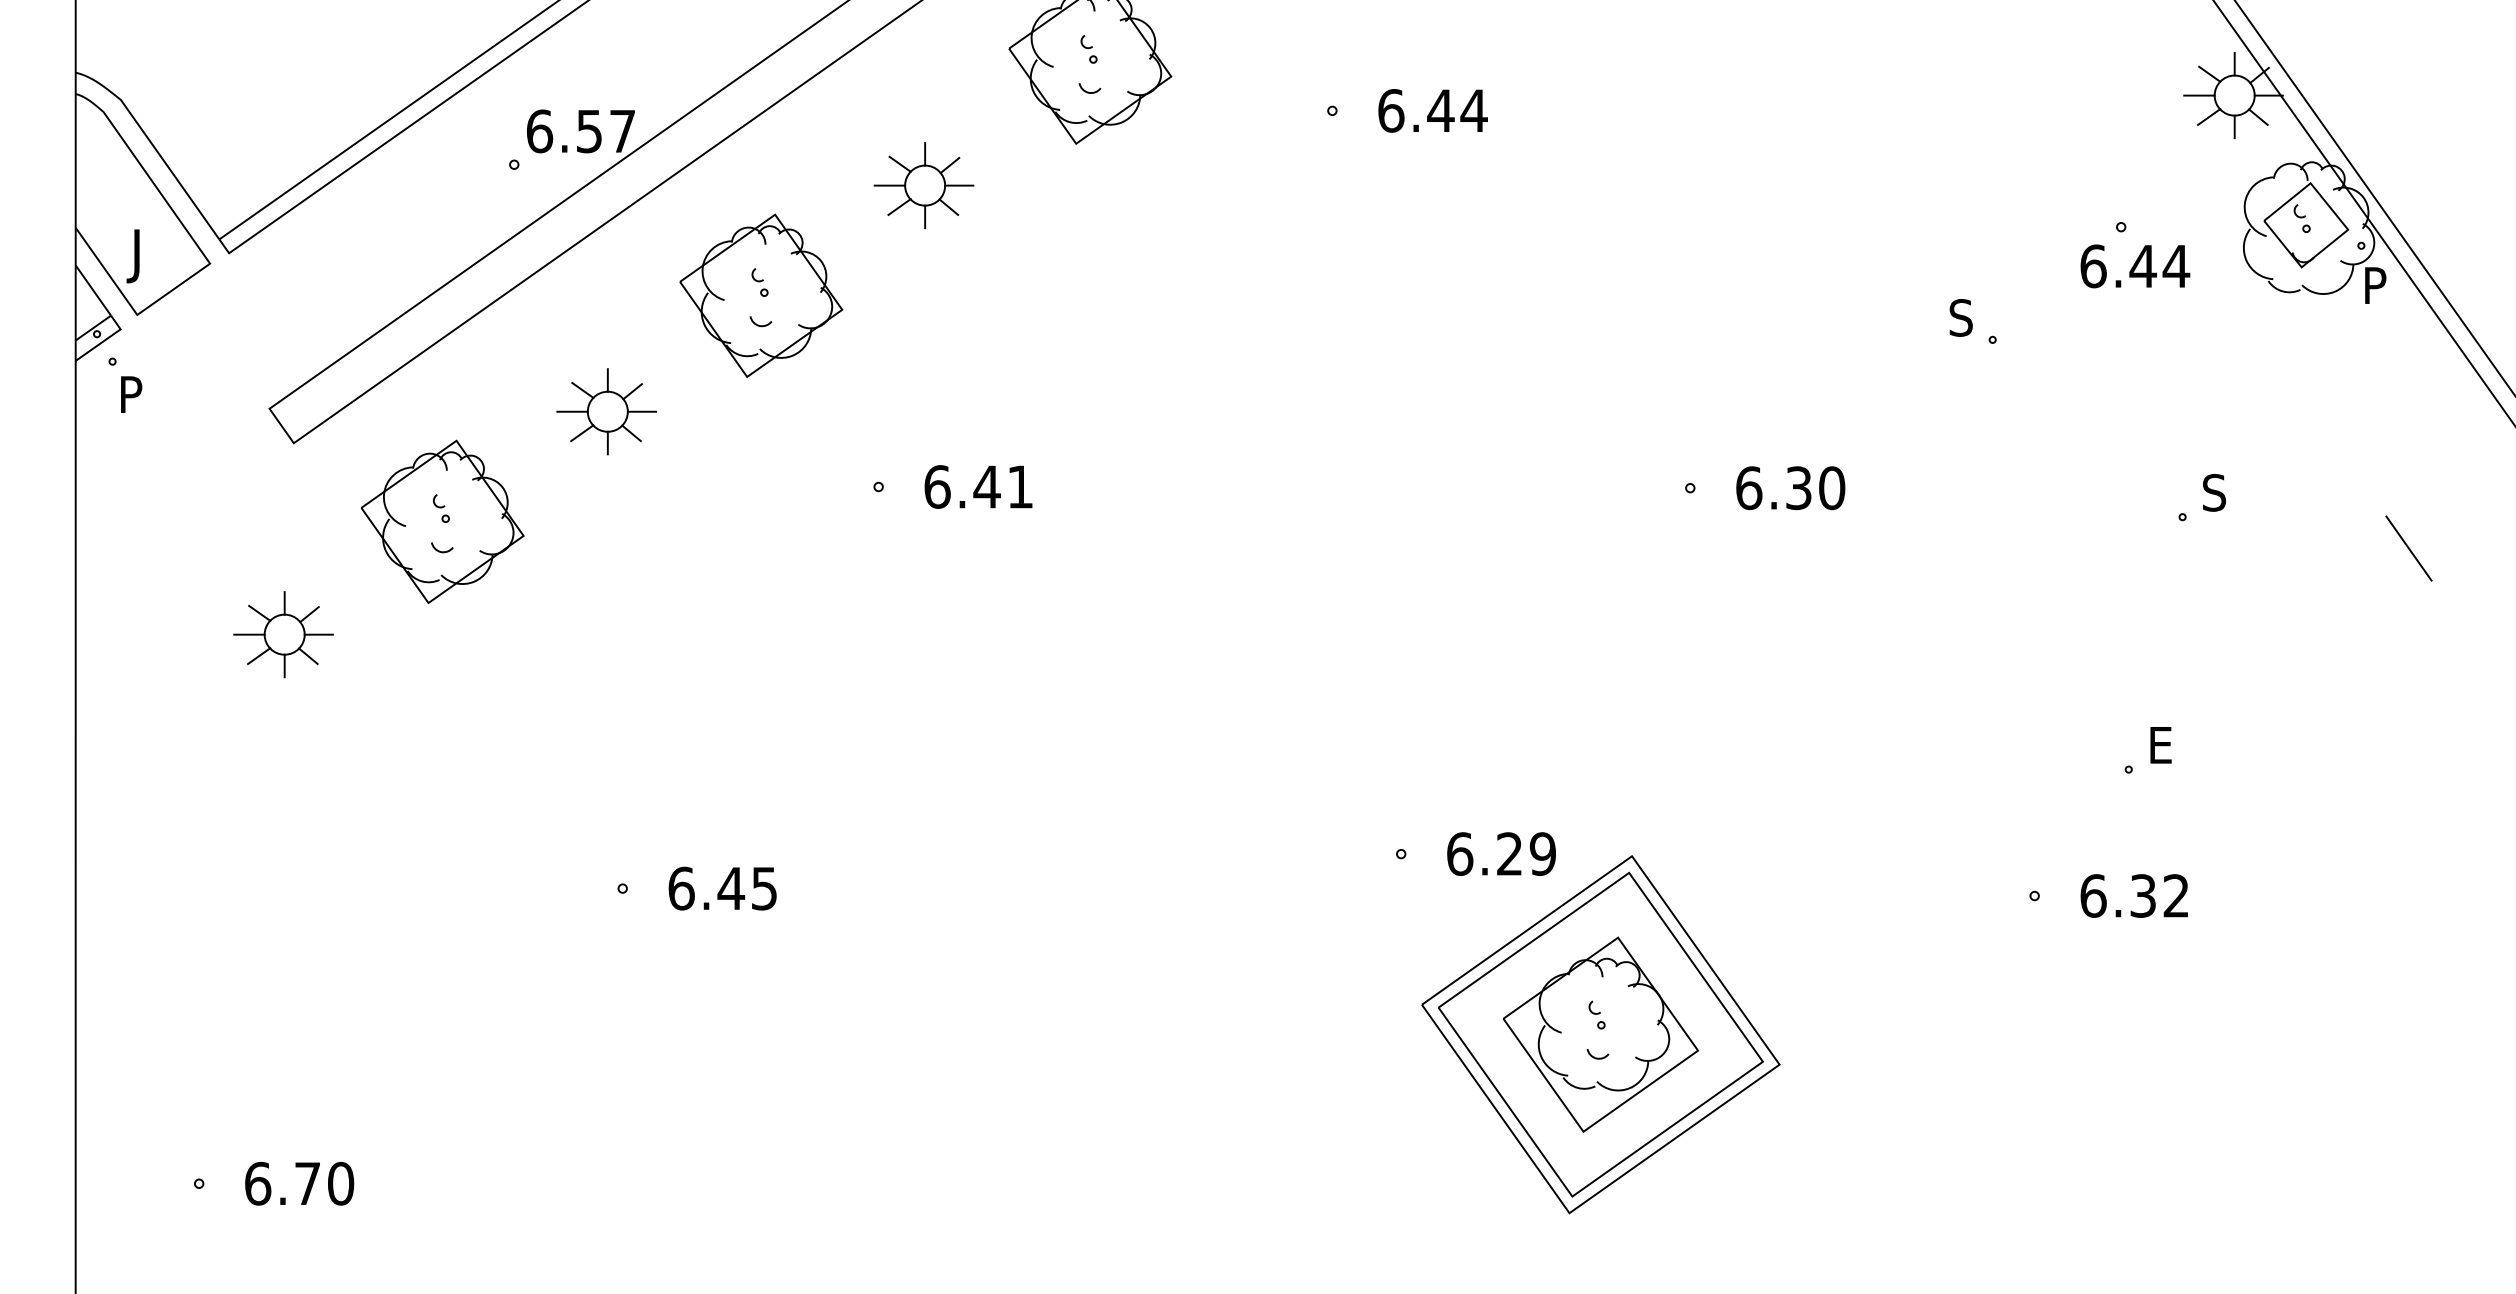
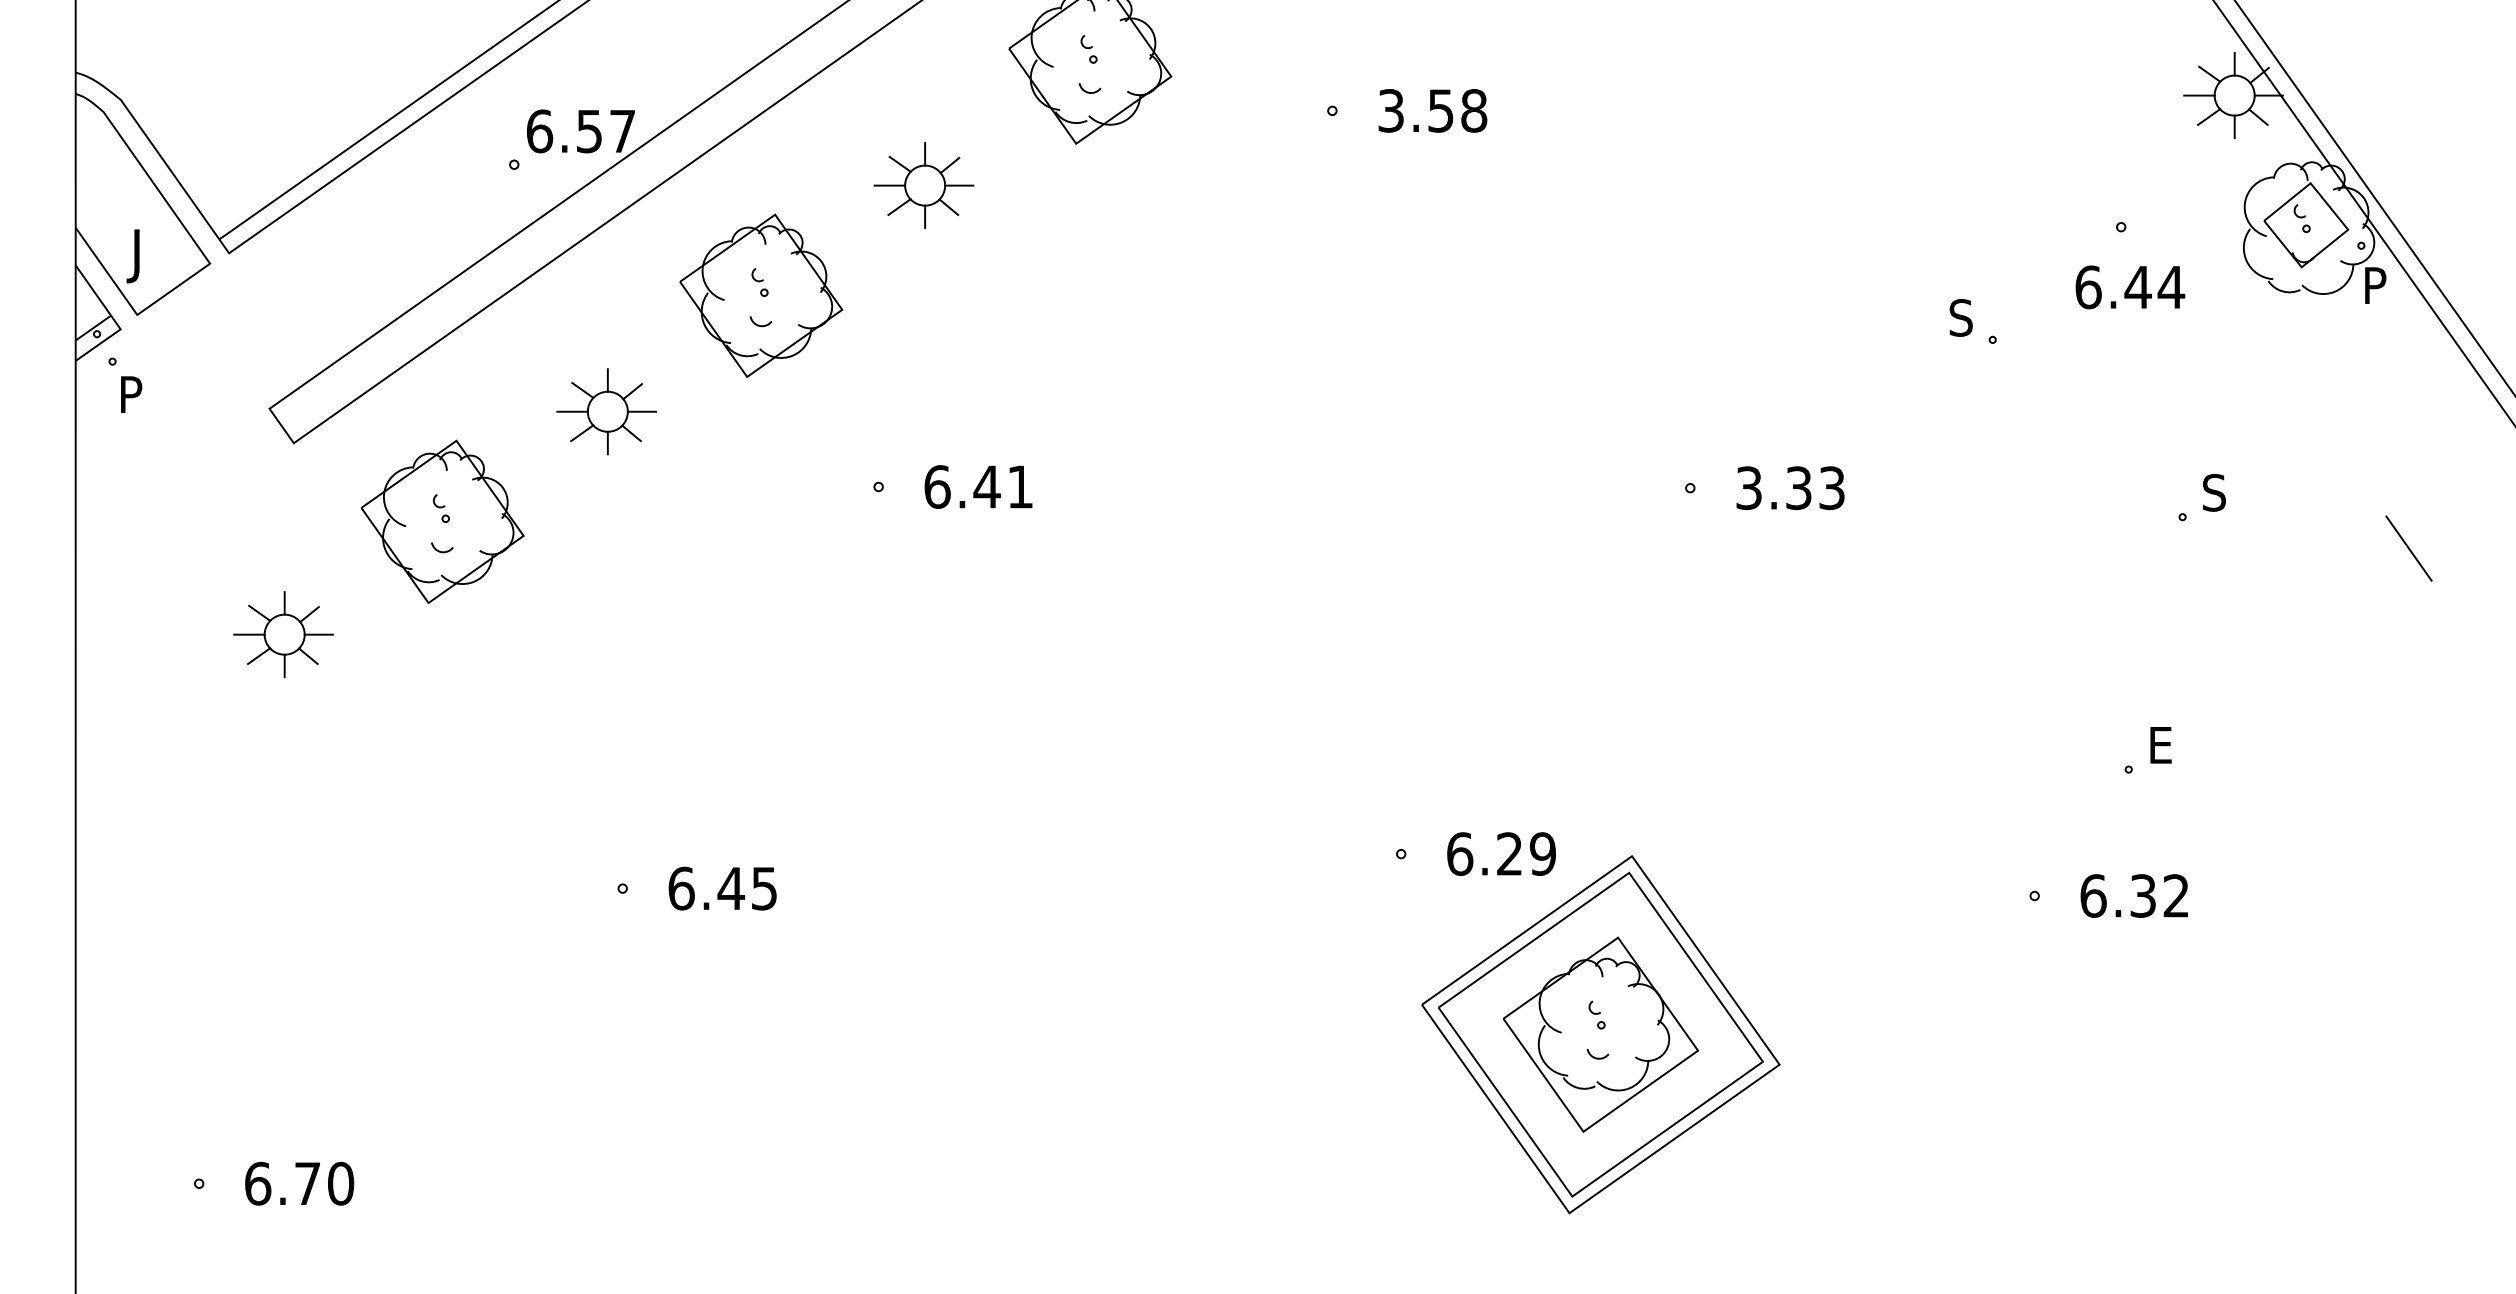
text at (1432, 110): 6.44 -> 3.58
text at (2135, 266) position: (2135, 266) -> (2130, 287)
text at (1790, 488): 6.30 -> 3.33
